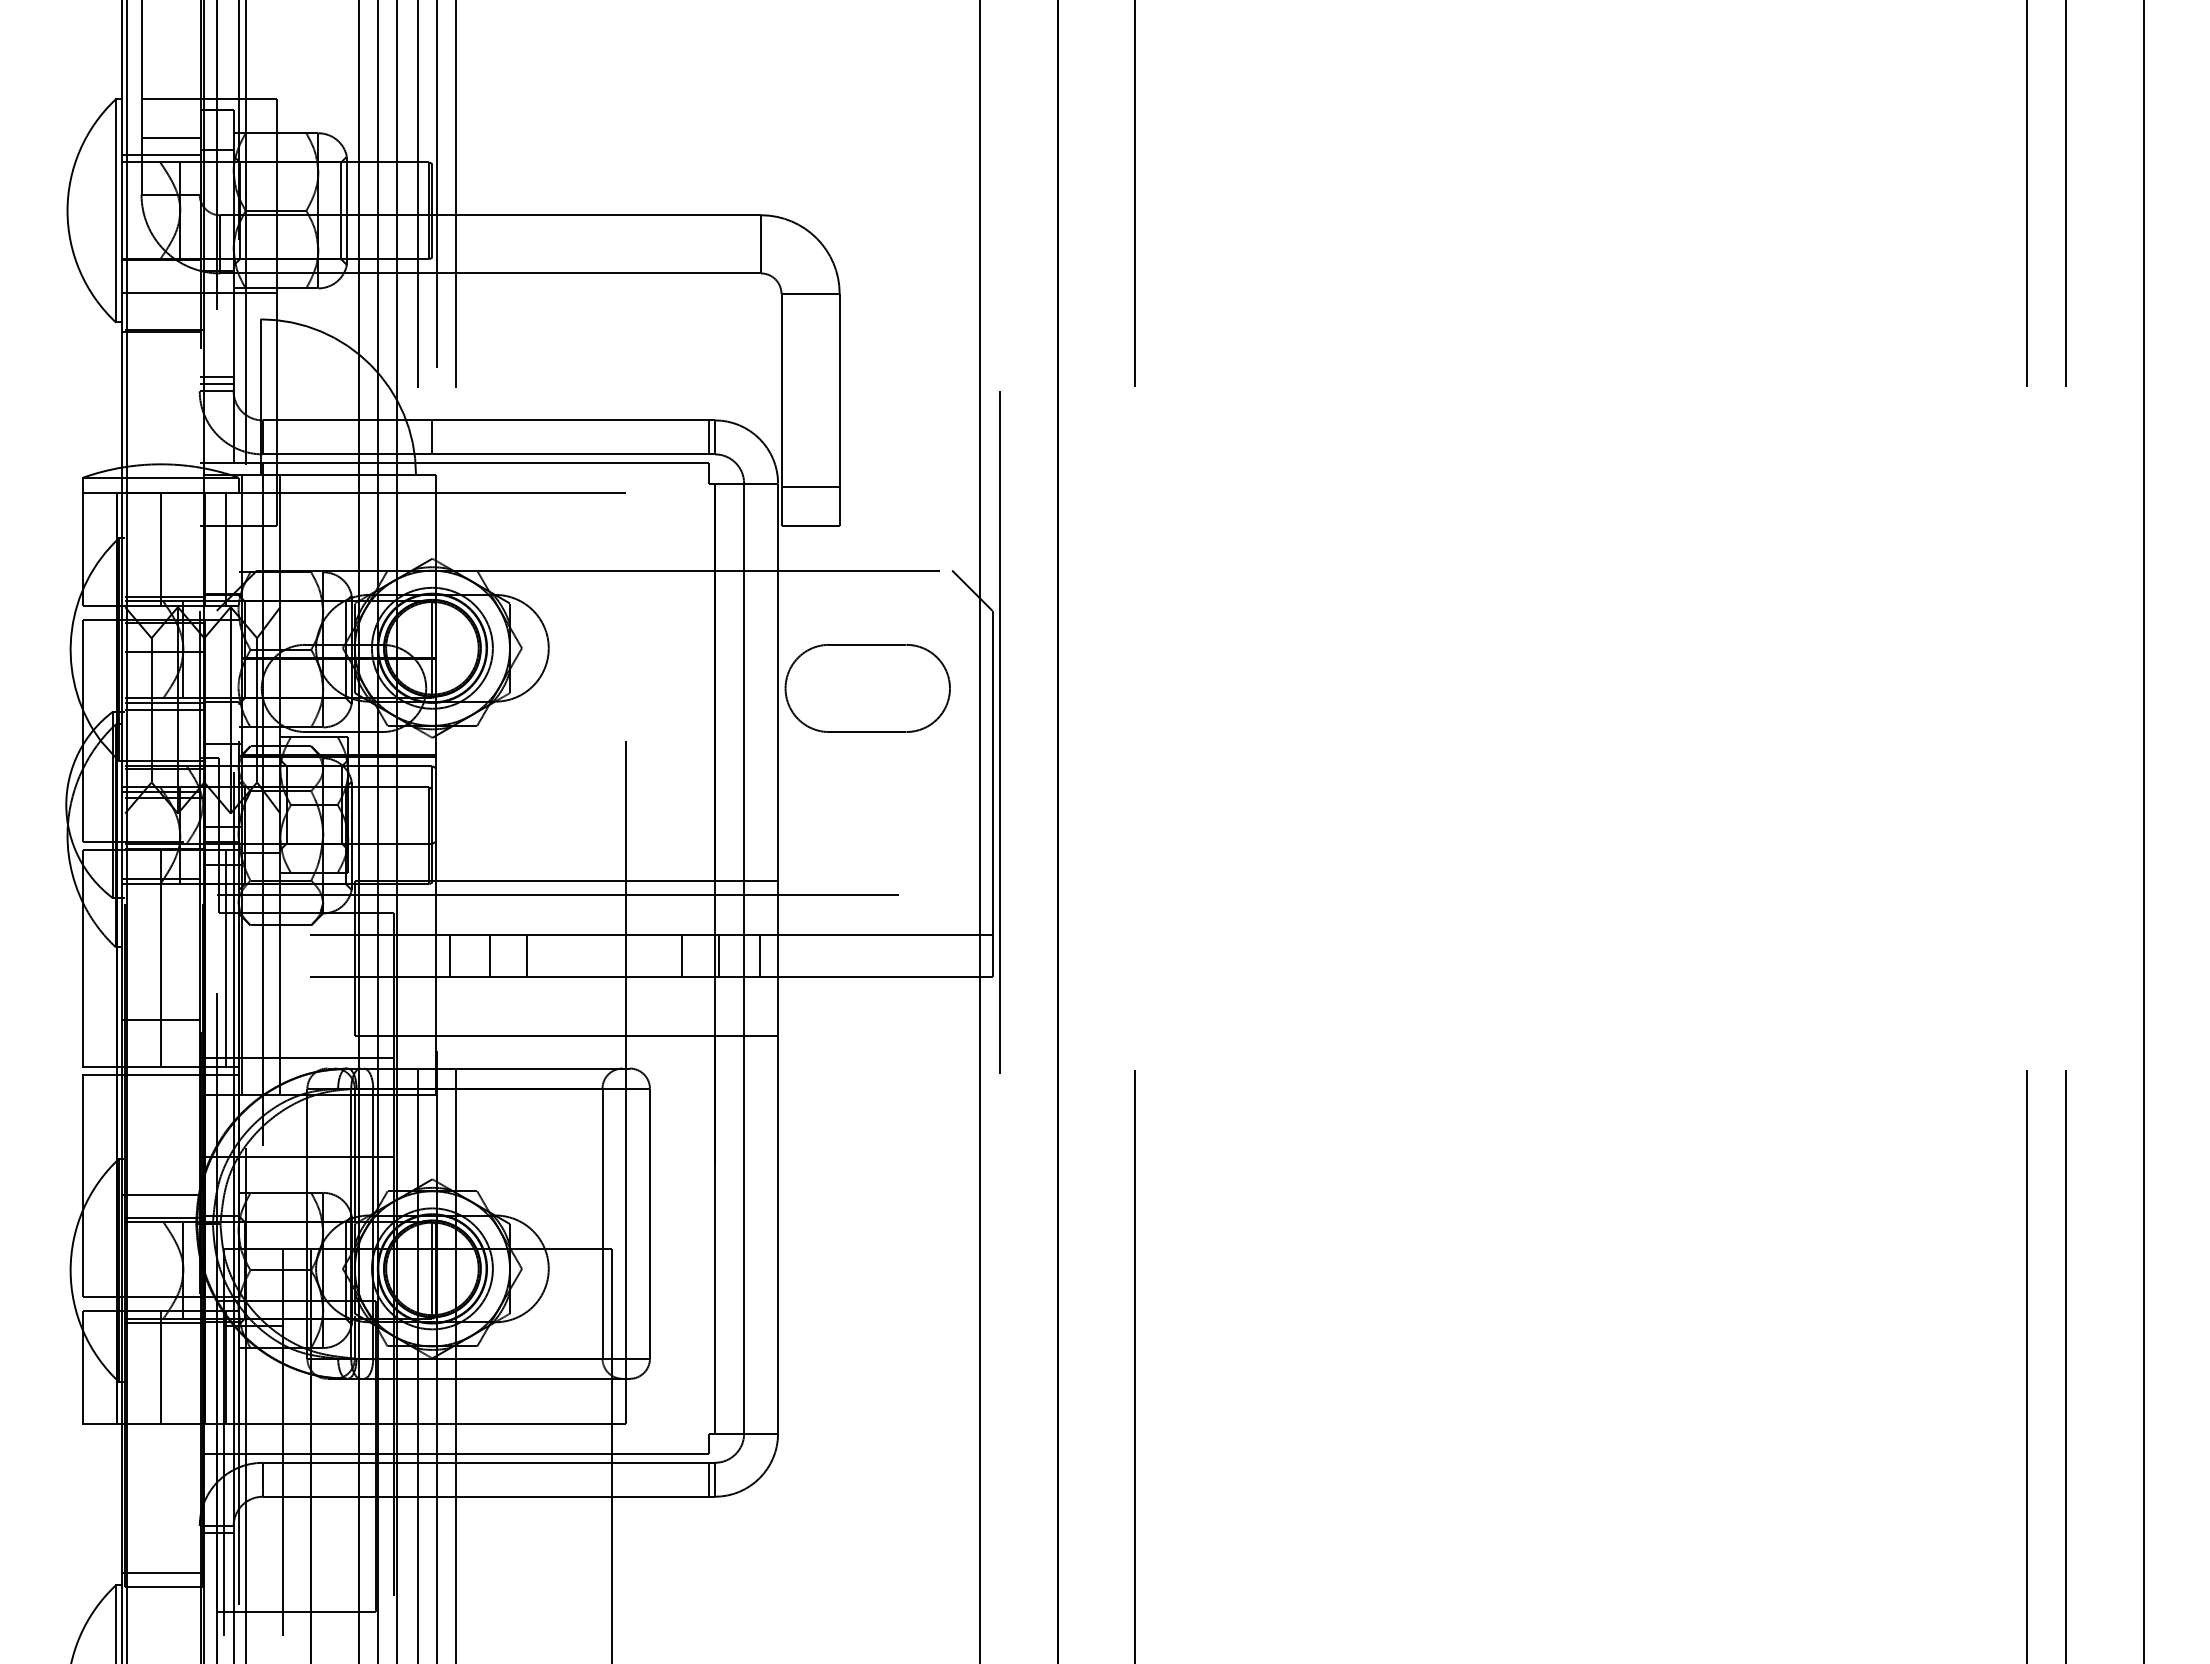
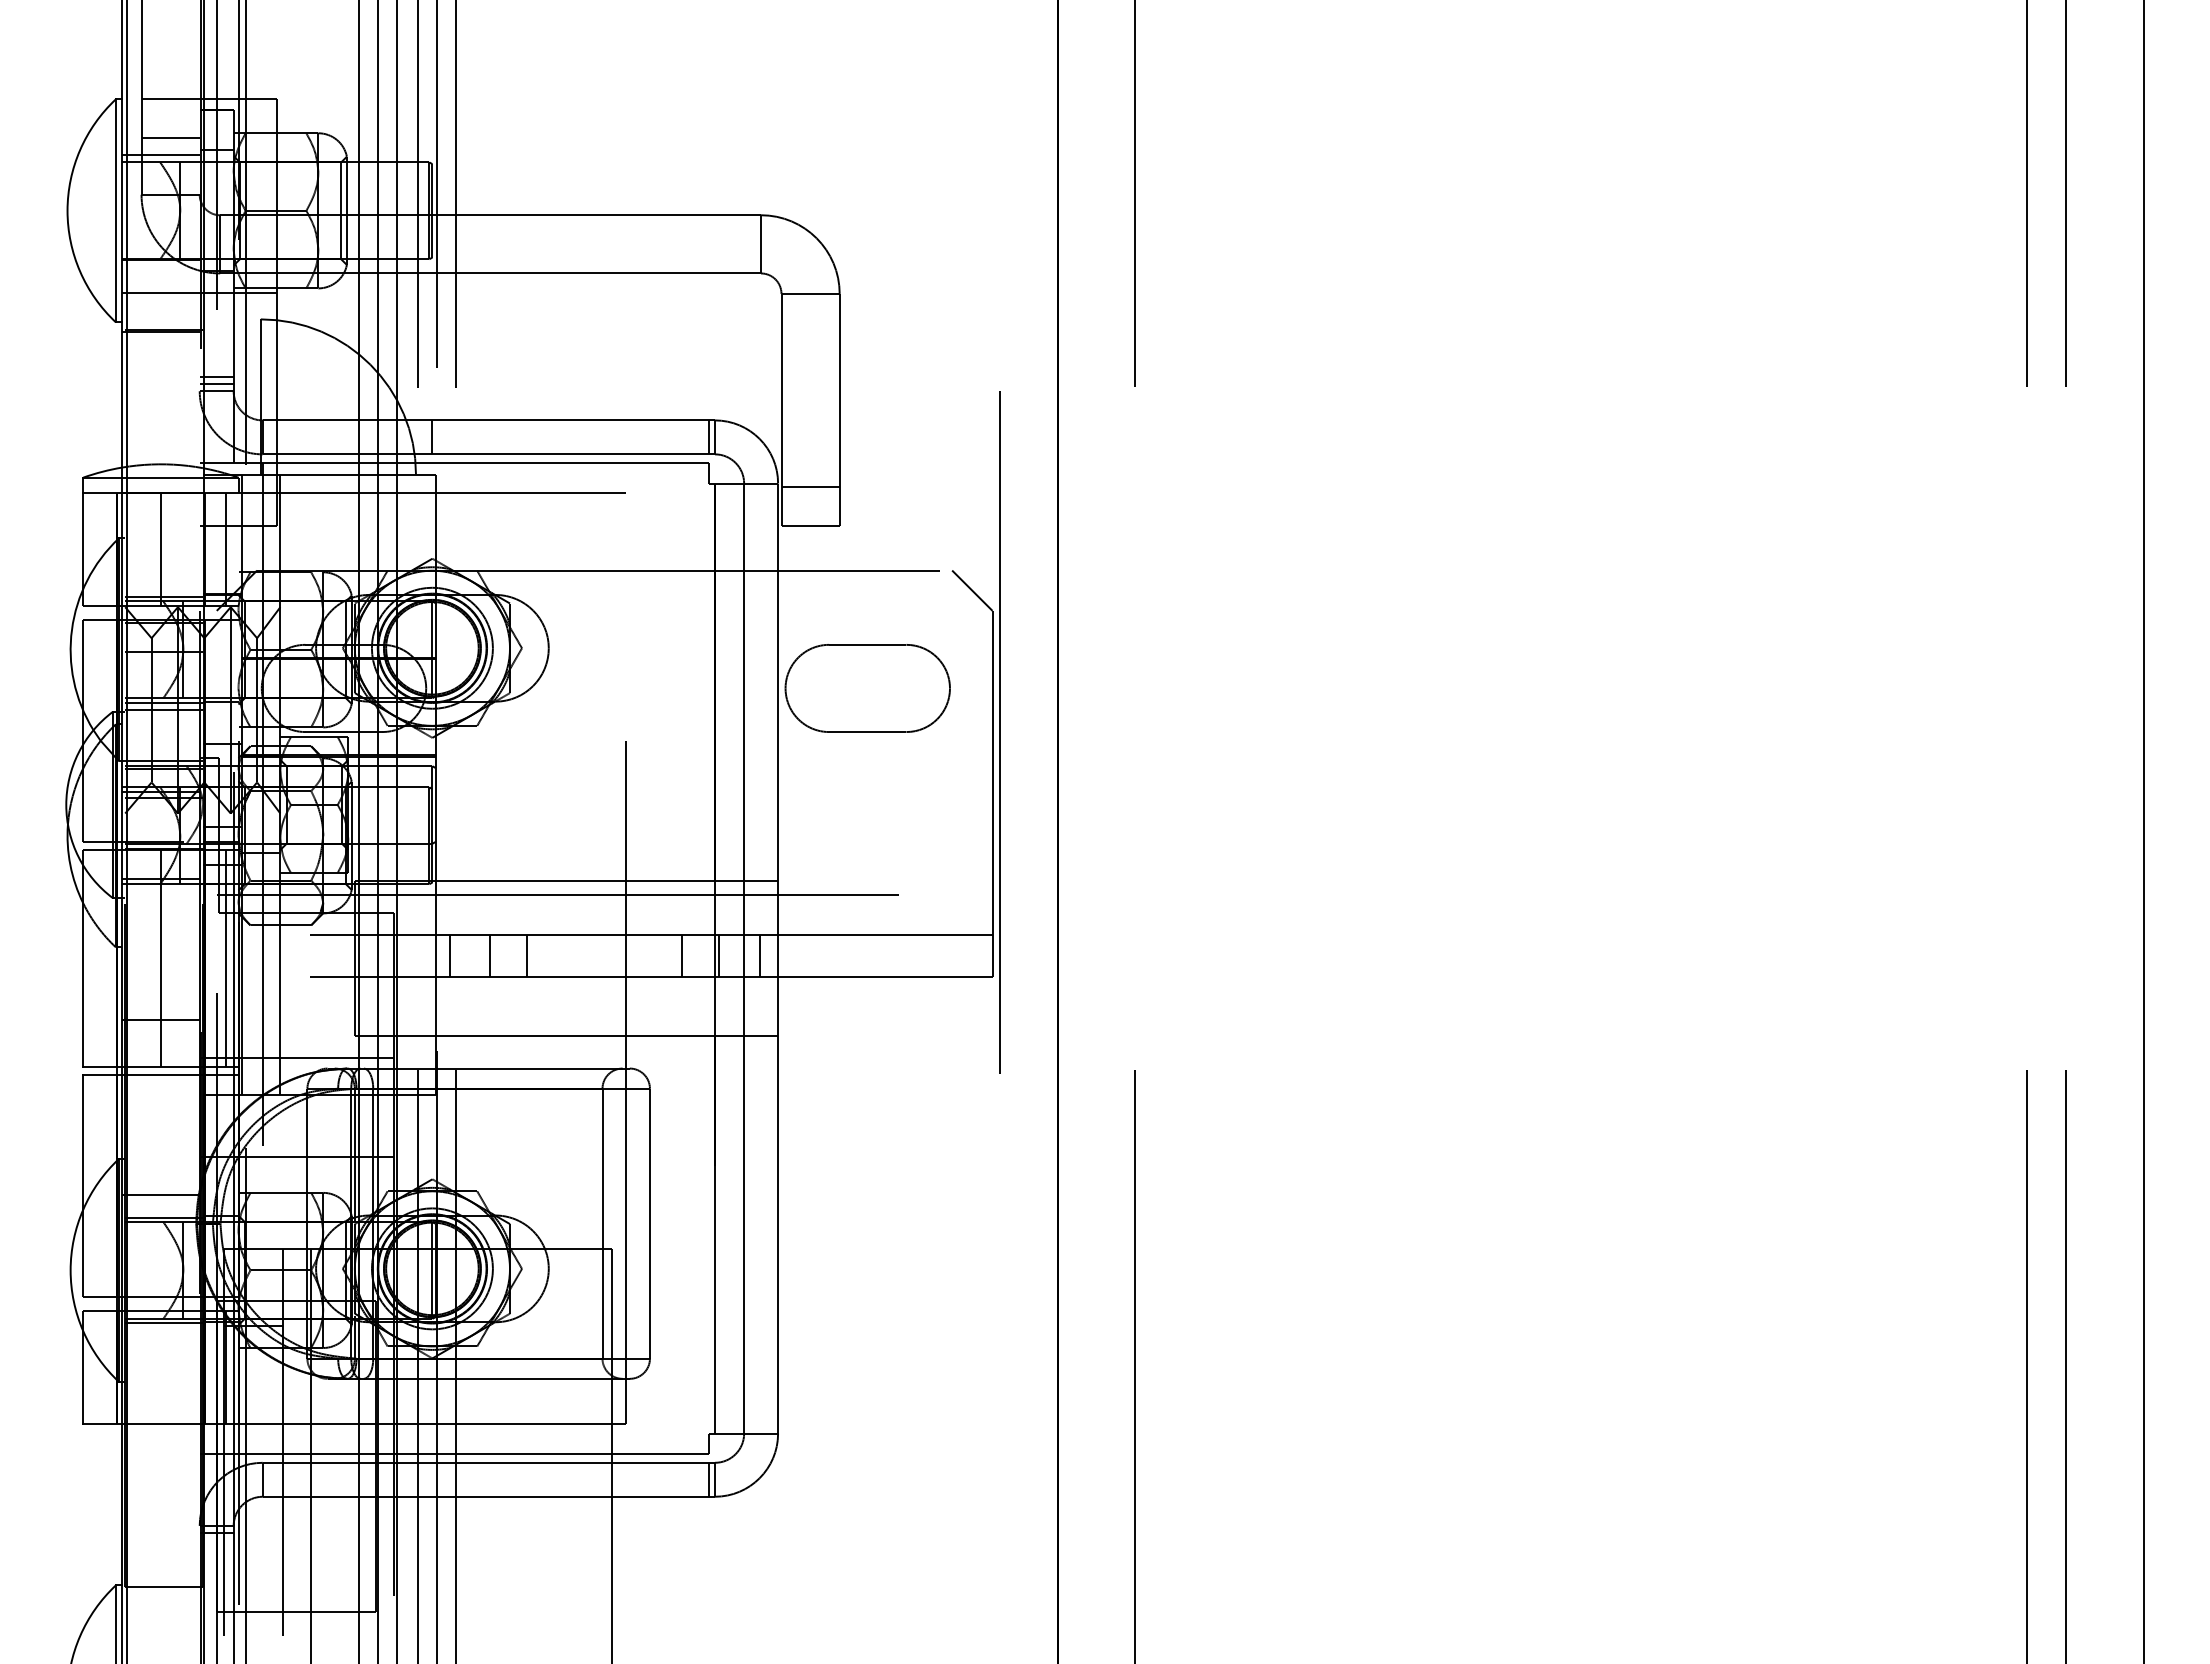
line at (980, 831): present -> none
line at (160, 1367): present -> none
line at (160, 1572): present -> none
